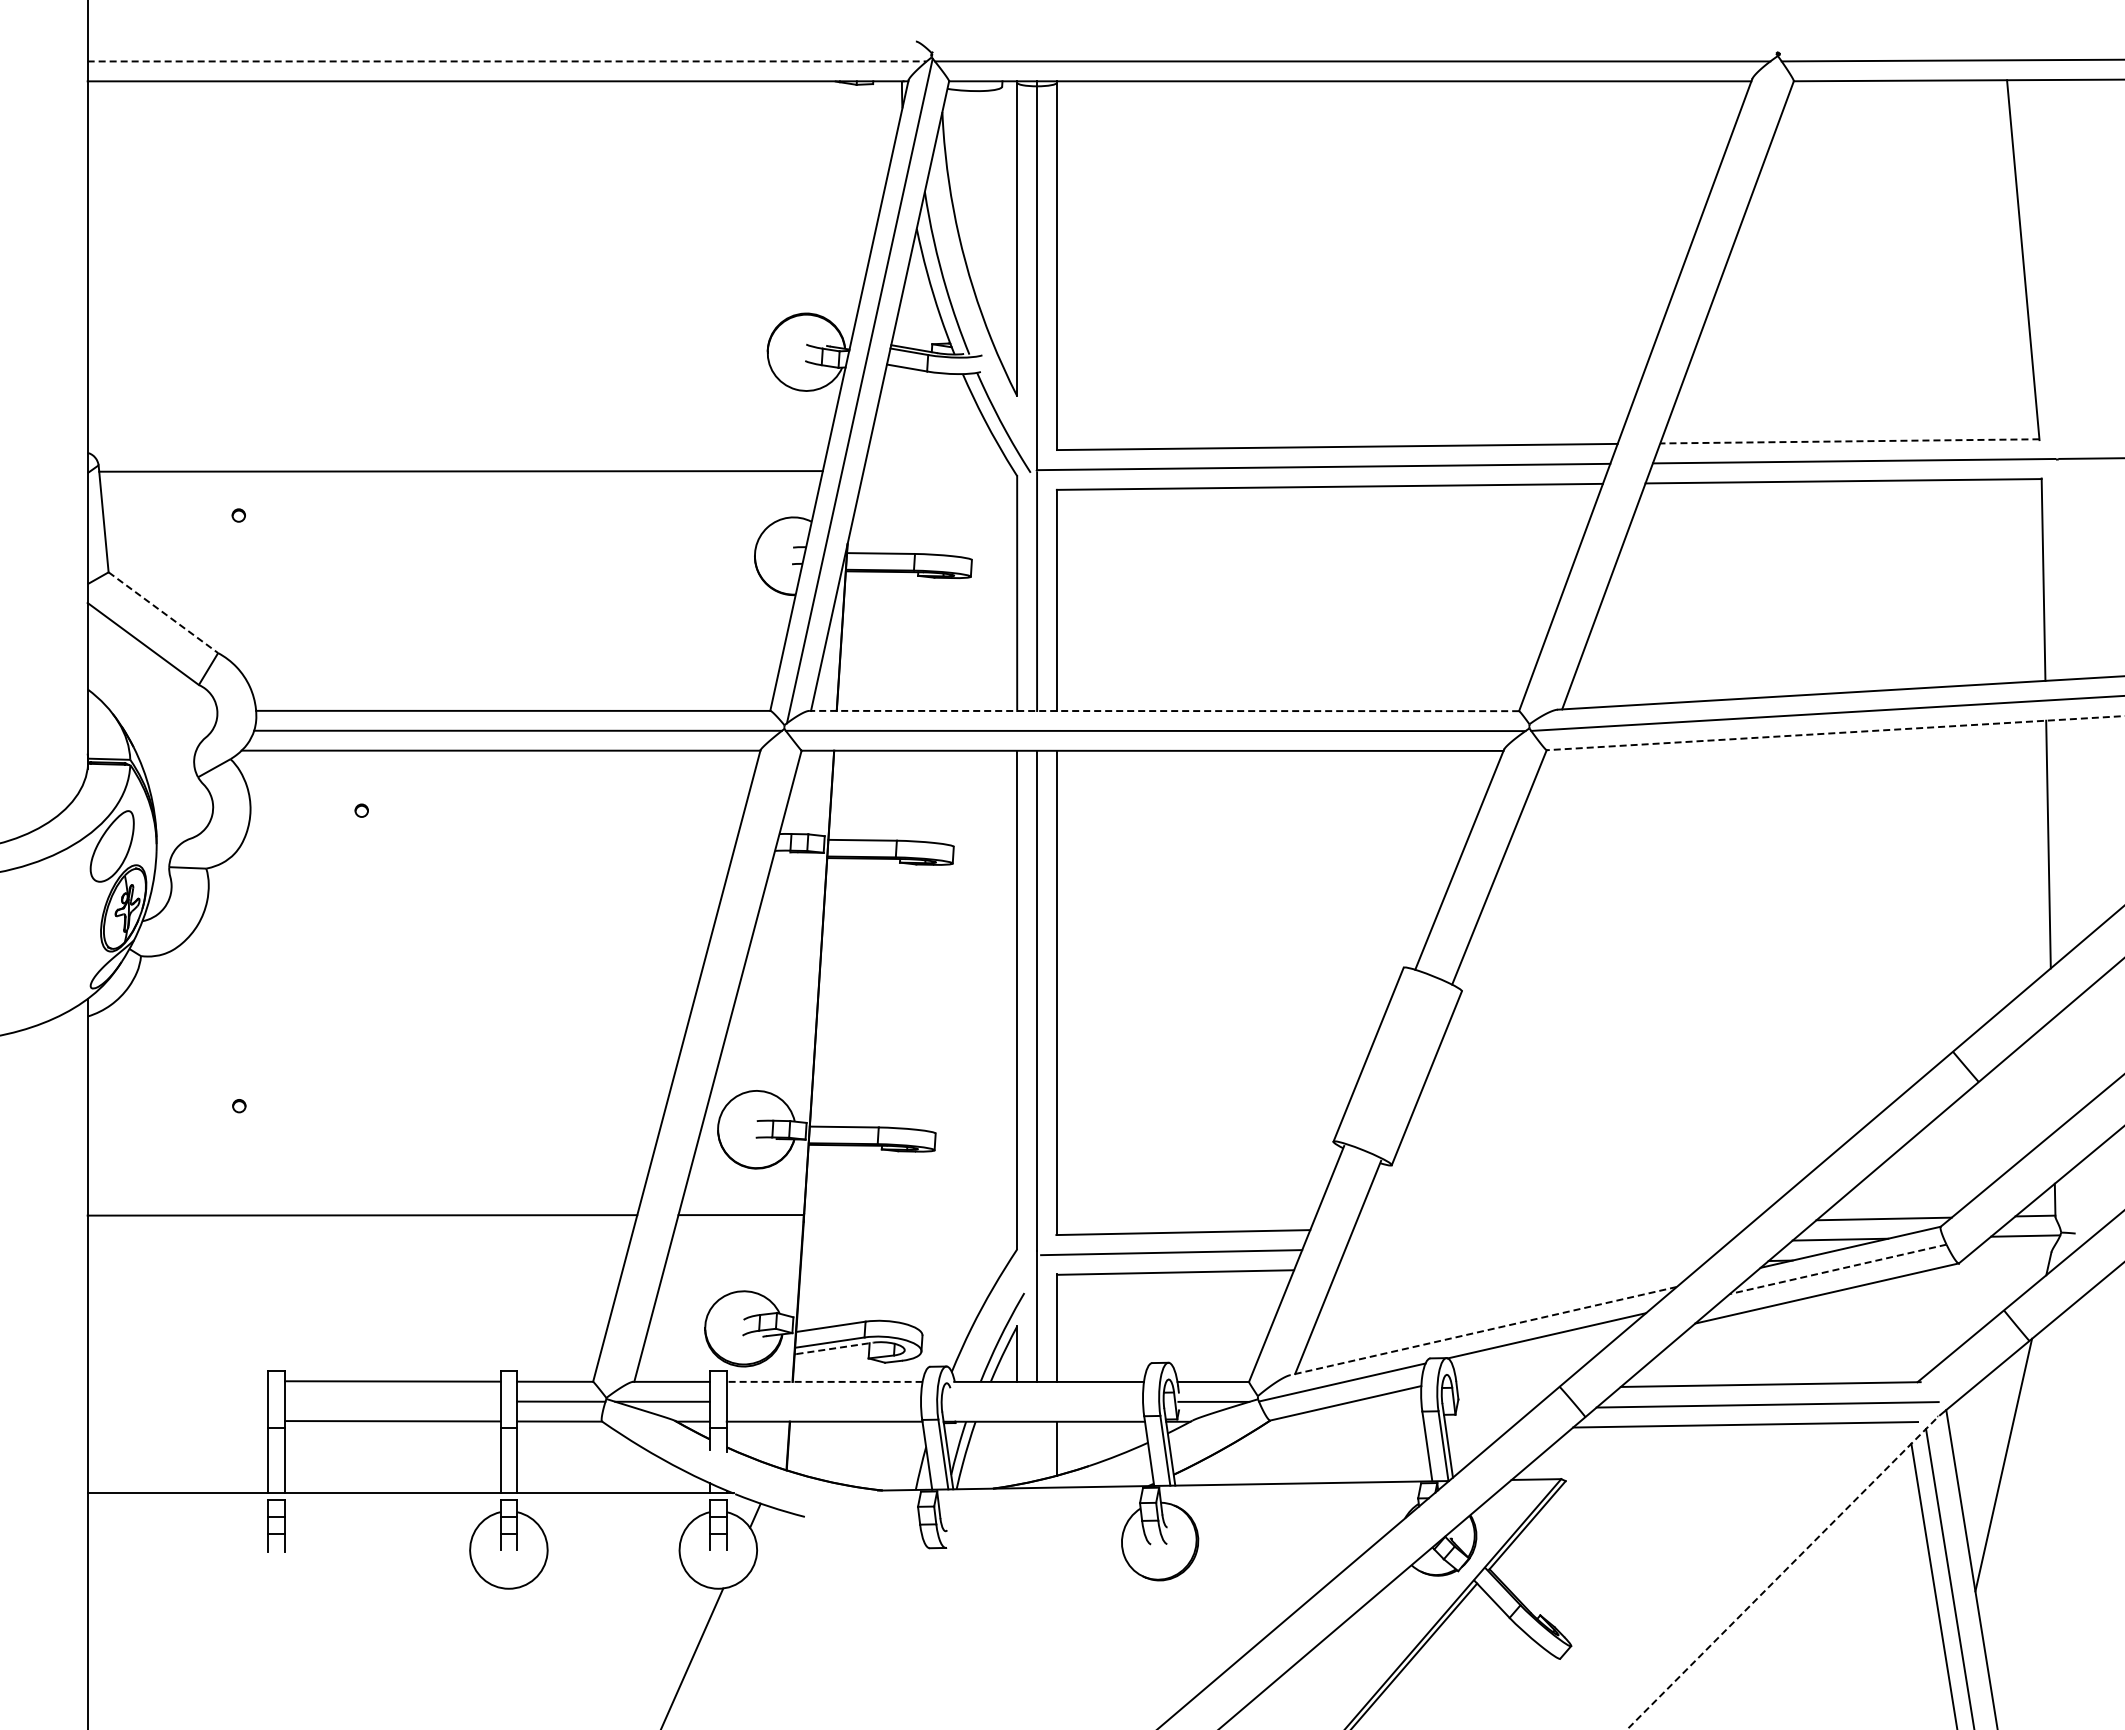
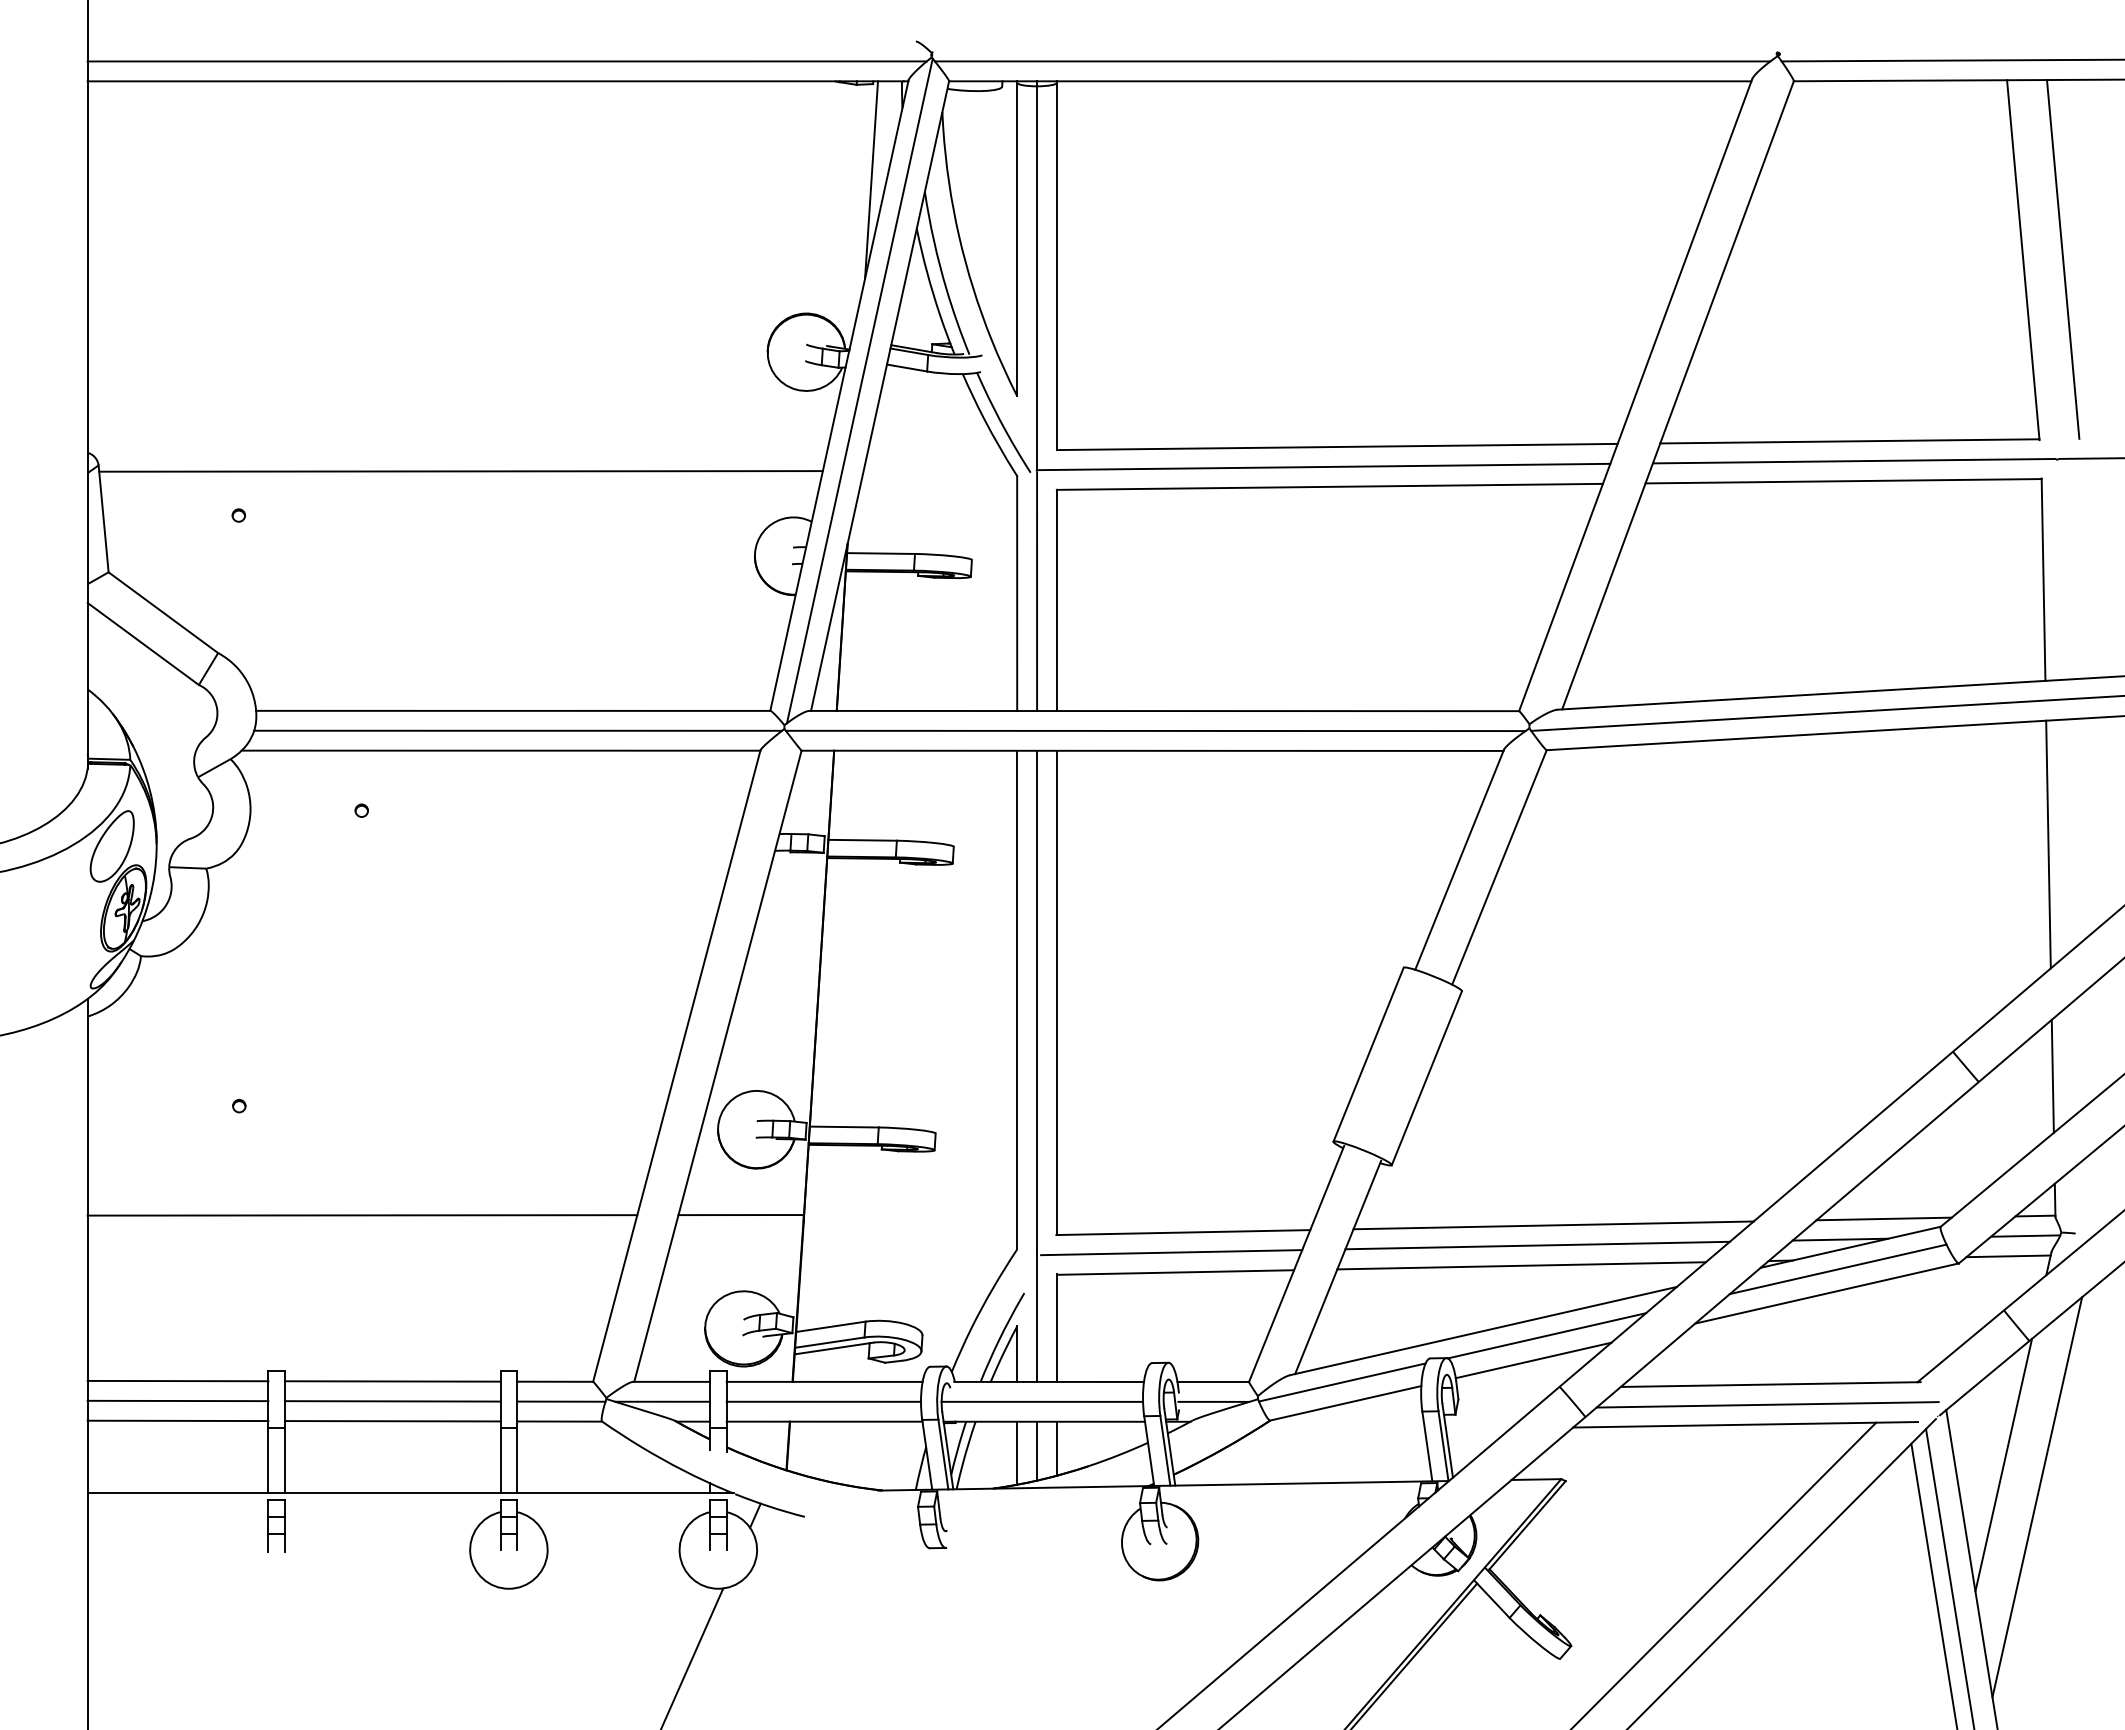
line at (507, 61): dashed -> solid
line at (871, 179): none -> present
line at (2062, 259): none -> present
line at (1849, 441): dashed -> solid
line at (163, 612): dashed -> solid
line at (1163, 711): dashed -> solid
line at (1835, 733): dashed -> solid
line at (2052, 1075): none -> present
line at (1553, 1225): none -> present
line at (1537, 1245): none -> present
line at (2008, 1256): none -> present
line at (1521, 1265): none -> present
line at (1837, 1269): dashed -> solid
line at (1483, 1331): dashed -> solid
line at (834, 1348): dashed -> solid
line at (1533, 1360): none -> present
line at (177, 1380): none -> present
line at (824, 1381): dashed -> solid
line at (177, 1400): none -> present
line at (392, 1401): none -> present
line at (823, 1401): none -> present
line at (1042, 1401): none -> present
line at (177, 1420): none -> present
line at (1037, 1450): none -> present
line at (1017, 1452): none -> present
line at (2037, 1497): none -> present
line at (1725, 1574): none -> present
line at (1781, 1574): dashed -> solid
